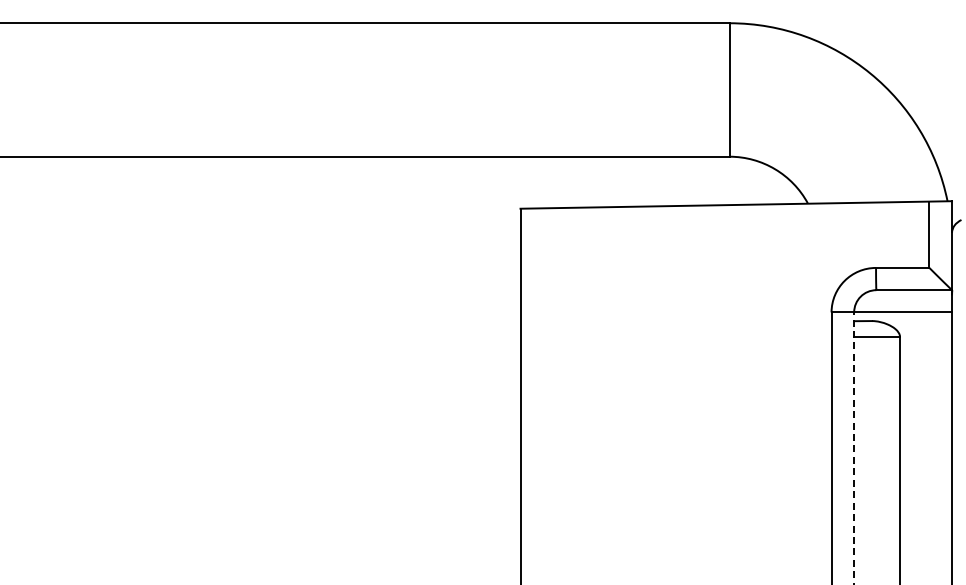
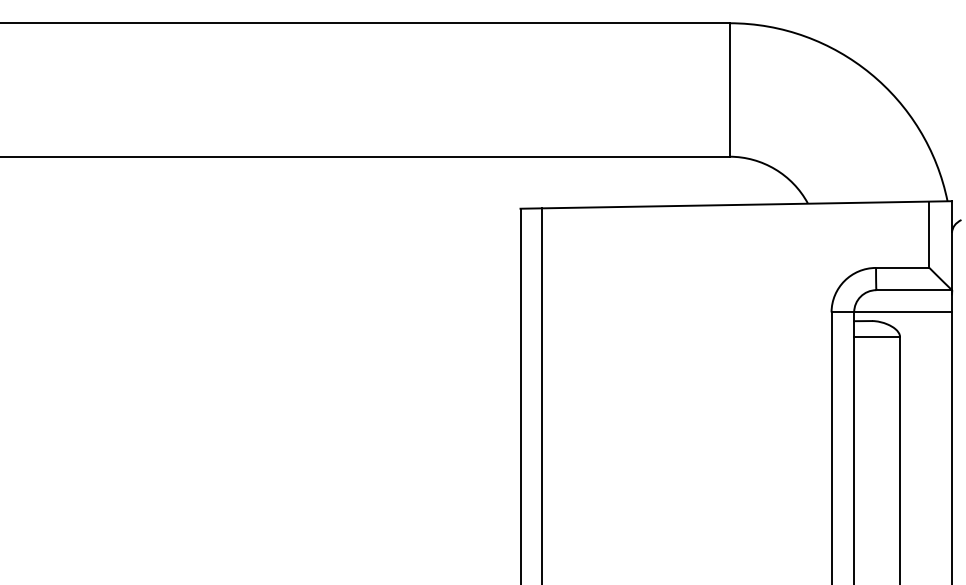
line at (542, 394): none -> present
line at (854, 448): dashed -> solid
